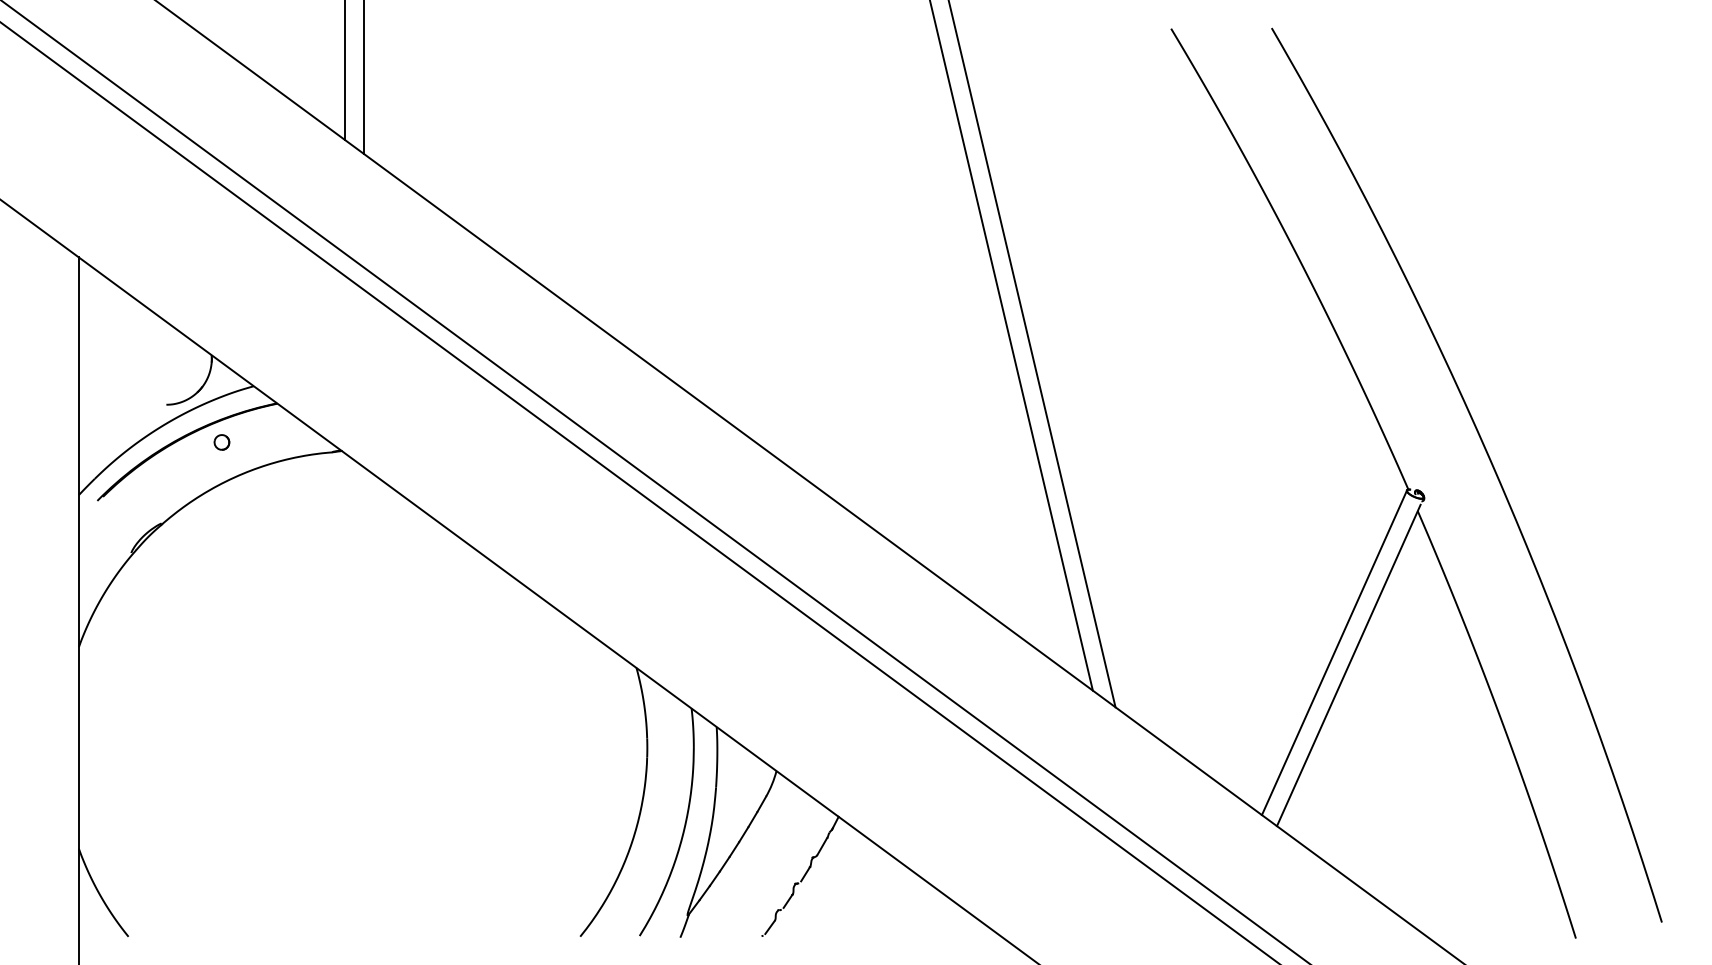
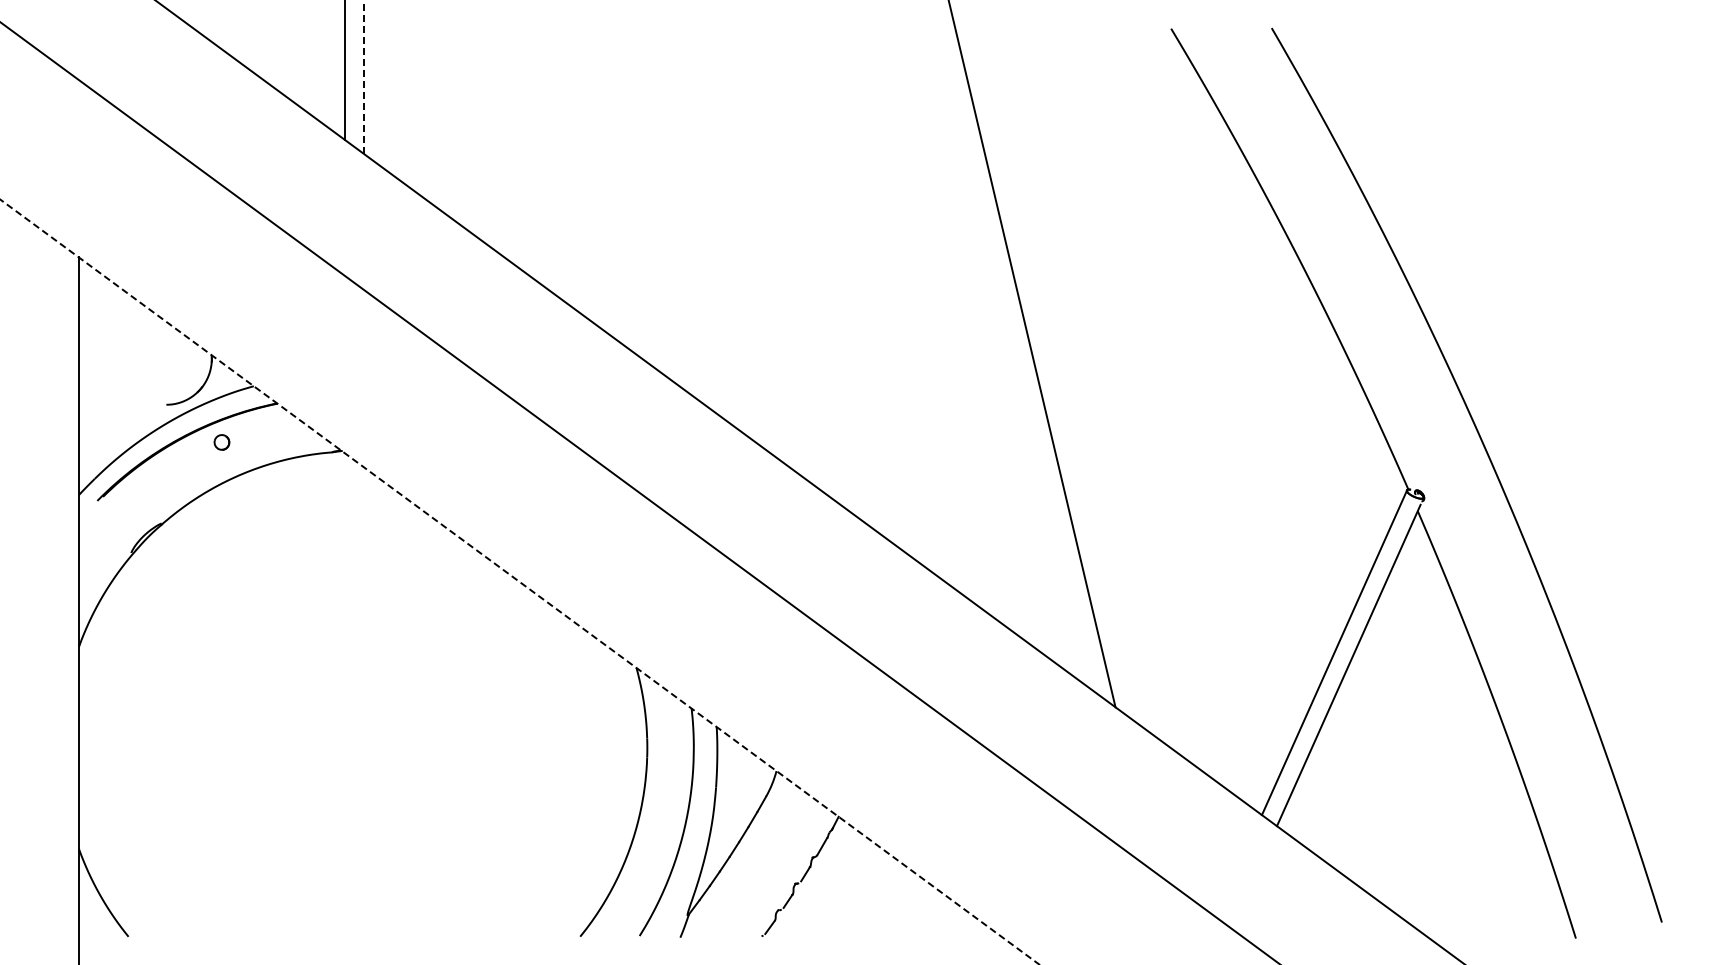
line at (363, 76): solid -> dashed
line at (1011, 346): present -> none
line at (654, 481): present -> none
line at (519, 581): solid -> dashed
